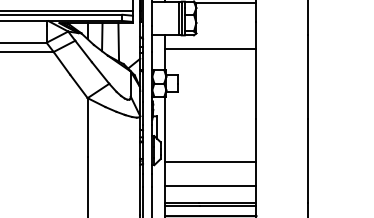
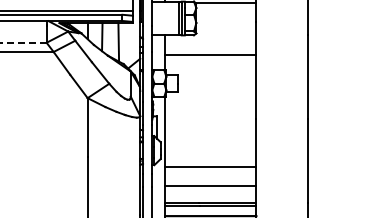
line at (23, 42): solid -> dashed
line at (210, 48) position: (210, 48) -> (210, 54)
line at (210, 161) position: (210, 161) -> (210, 166)
